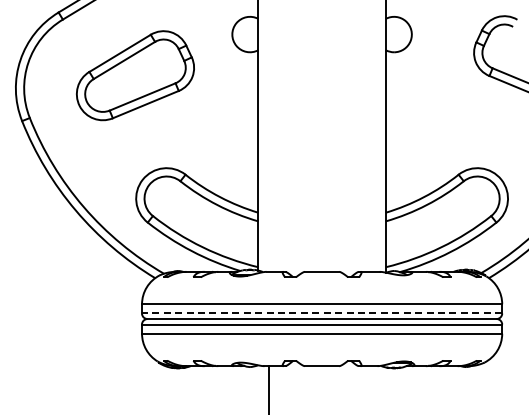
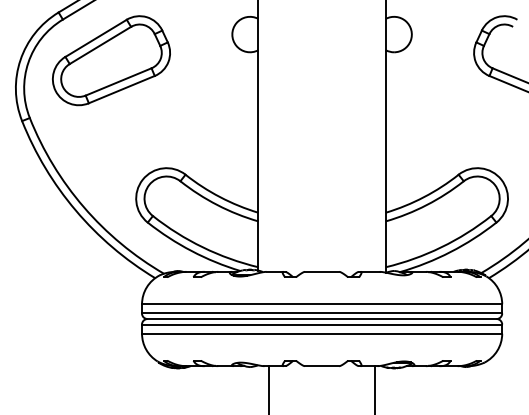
part at (135, 75) position: (135, 75) -> (111, 60)
line at (321, 313): dashed -> solid
line at (374, 388): none -> present
